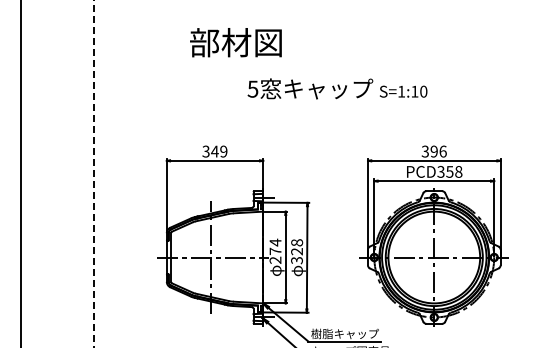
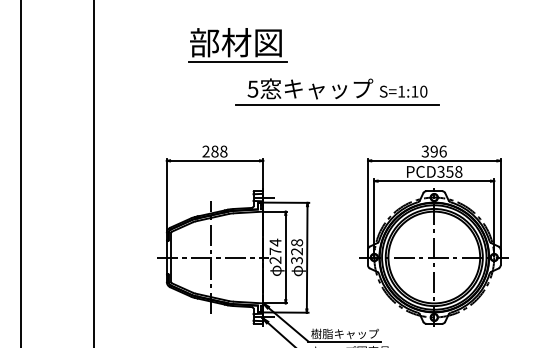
line at (237, 62): none -> present
line at (337, 105): none -> present
text at (214, 151): 349 -> 288
line at (94, 173): dashed -> solid
